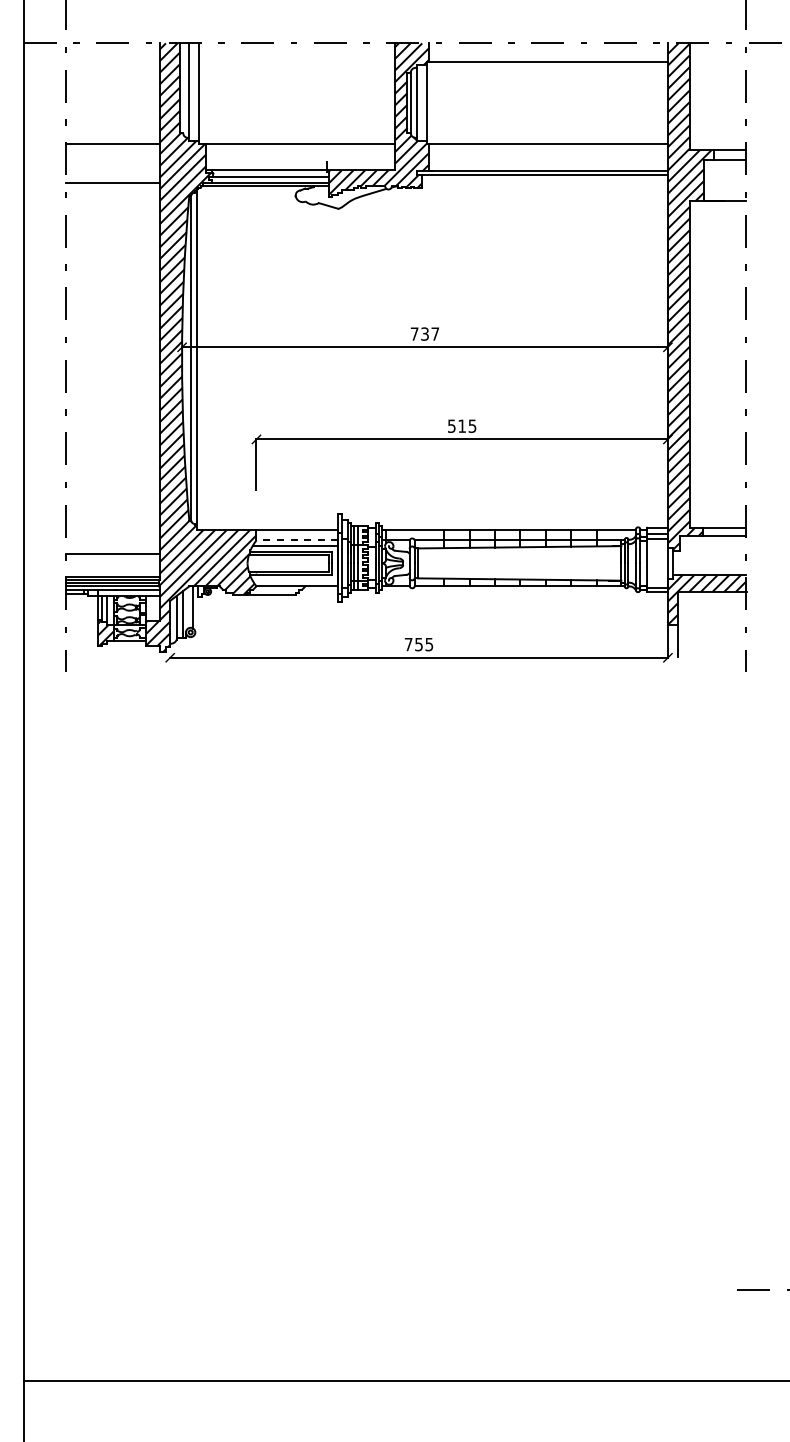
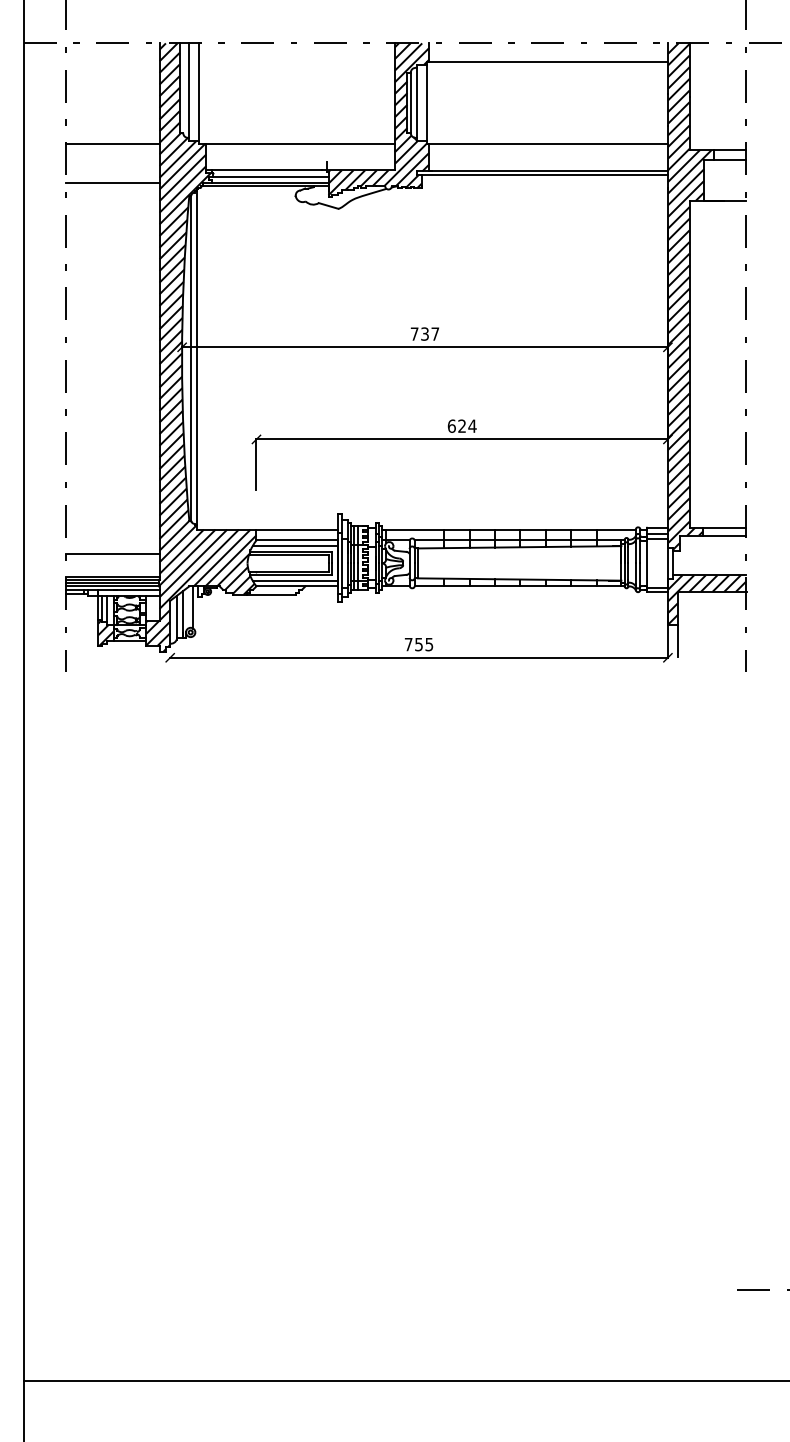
text at (461, 425): 515 -> 624
line at (297, 540): dashed -> solid
line at (295, 580): none -> present
